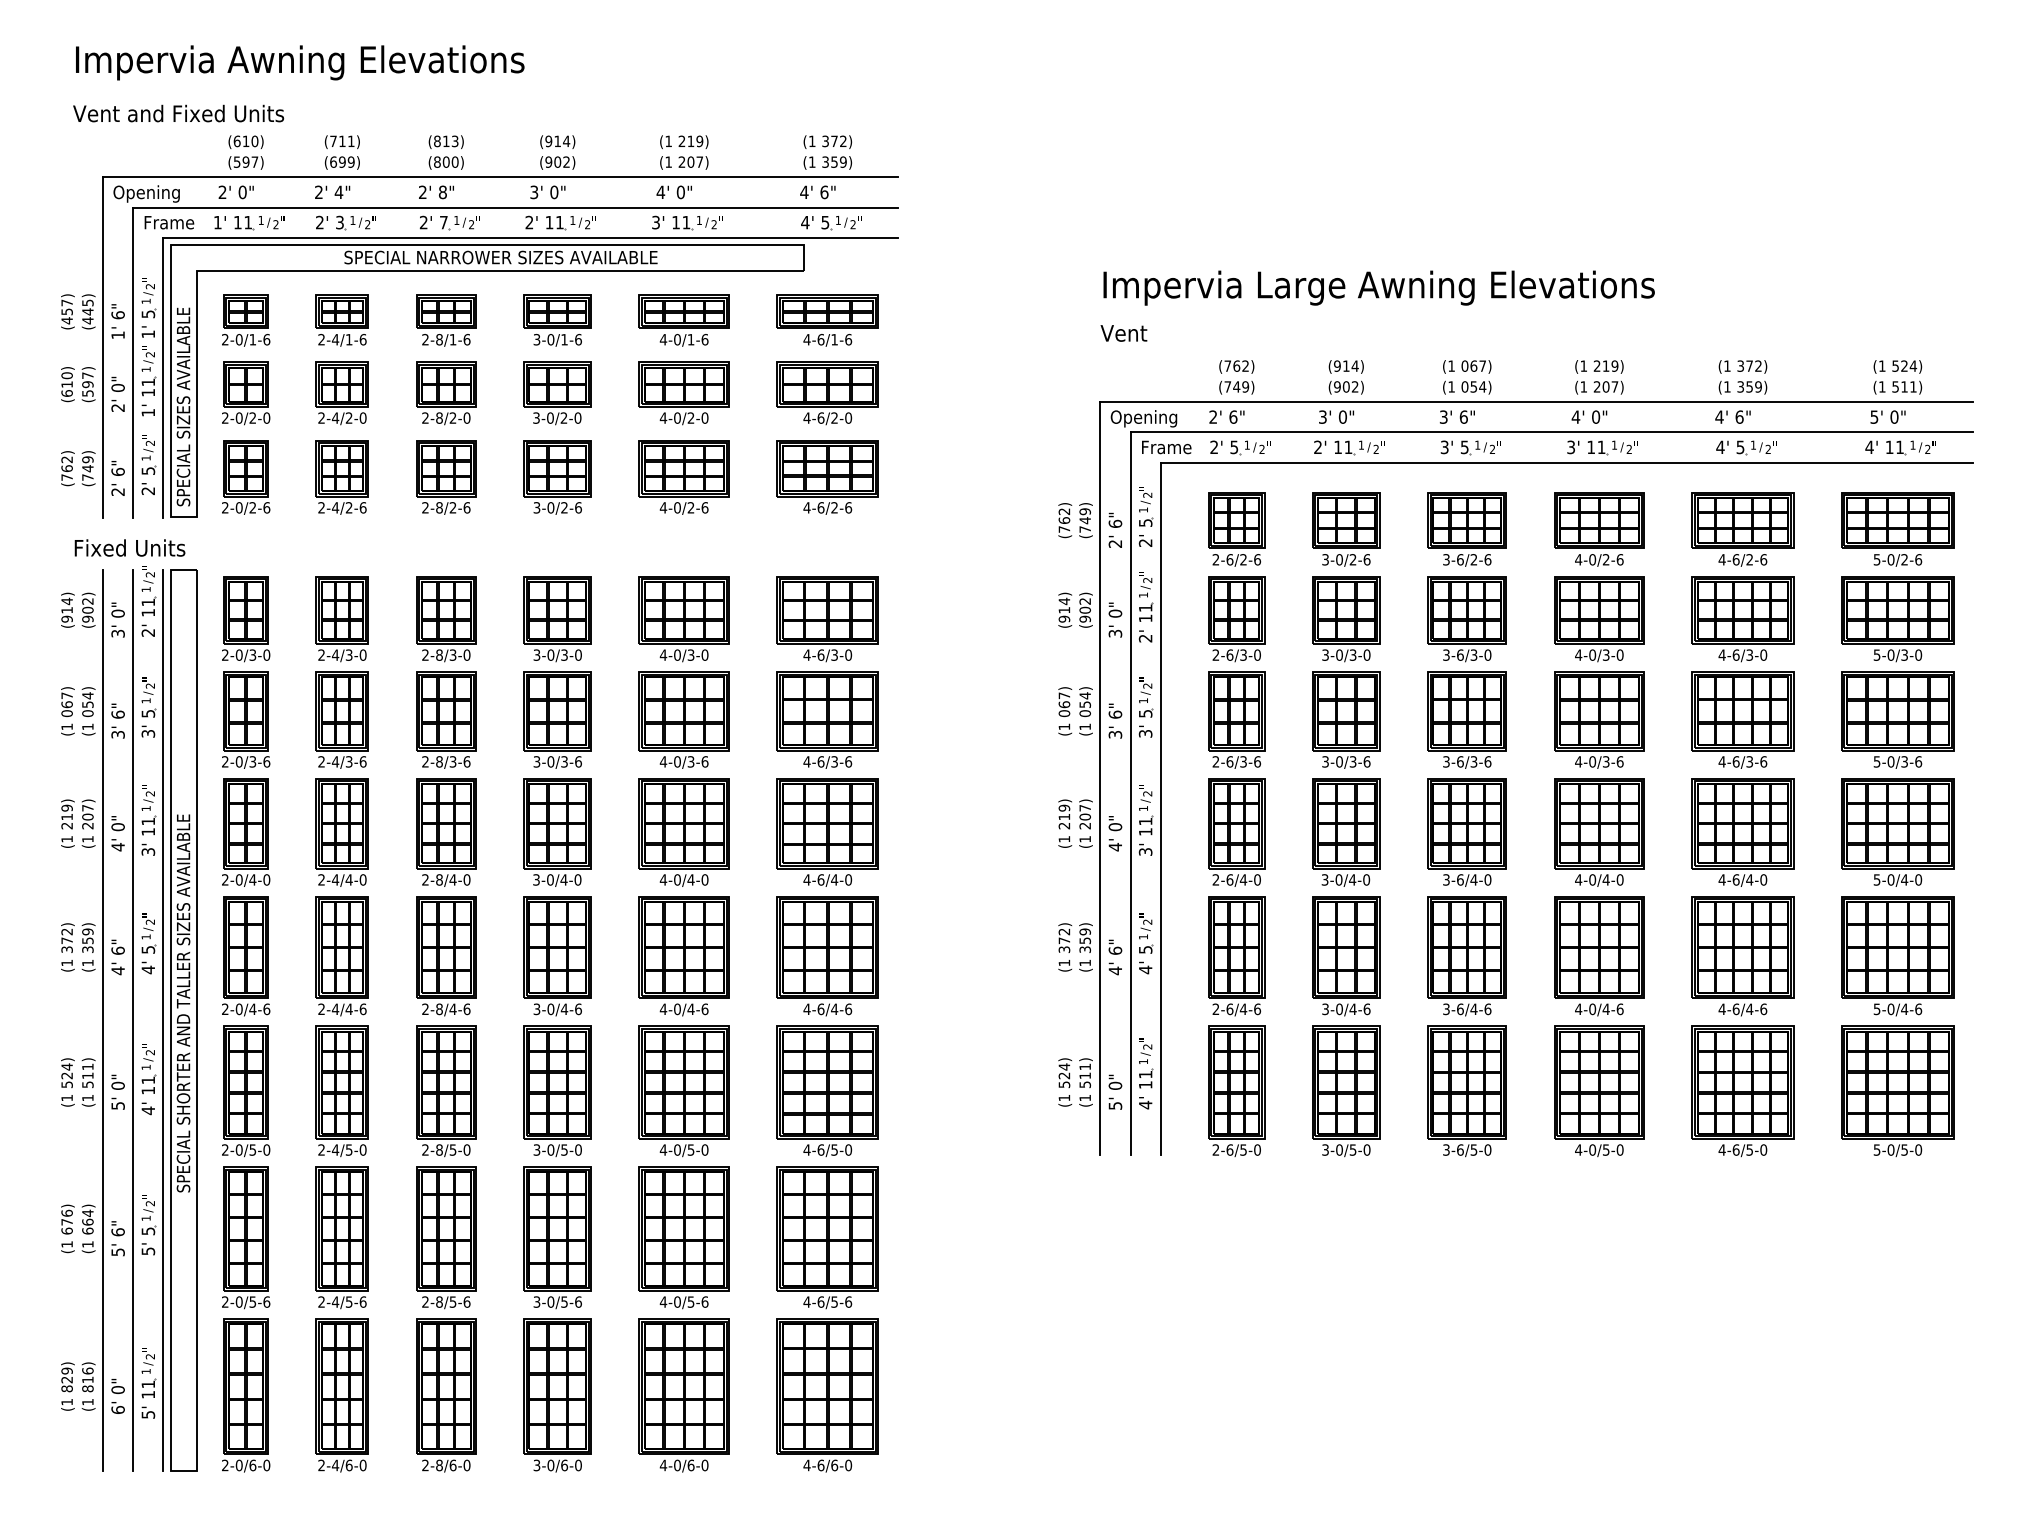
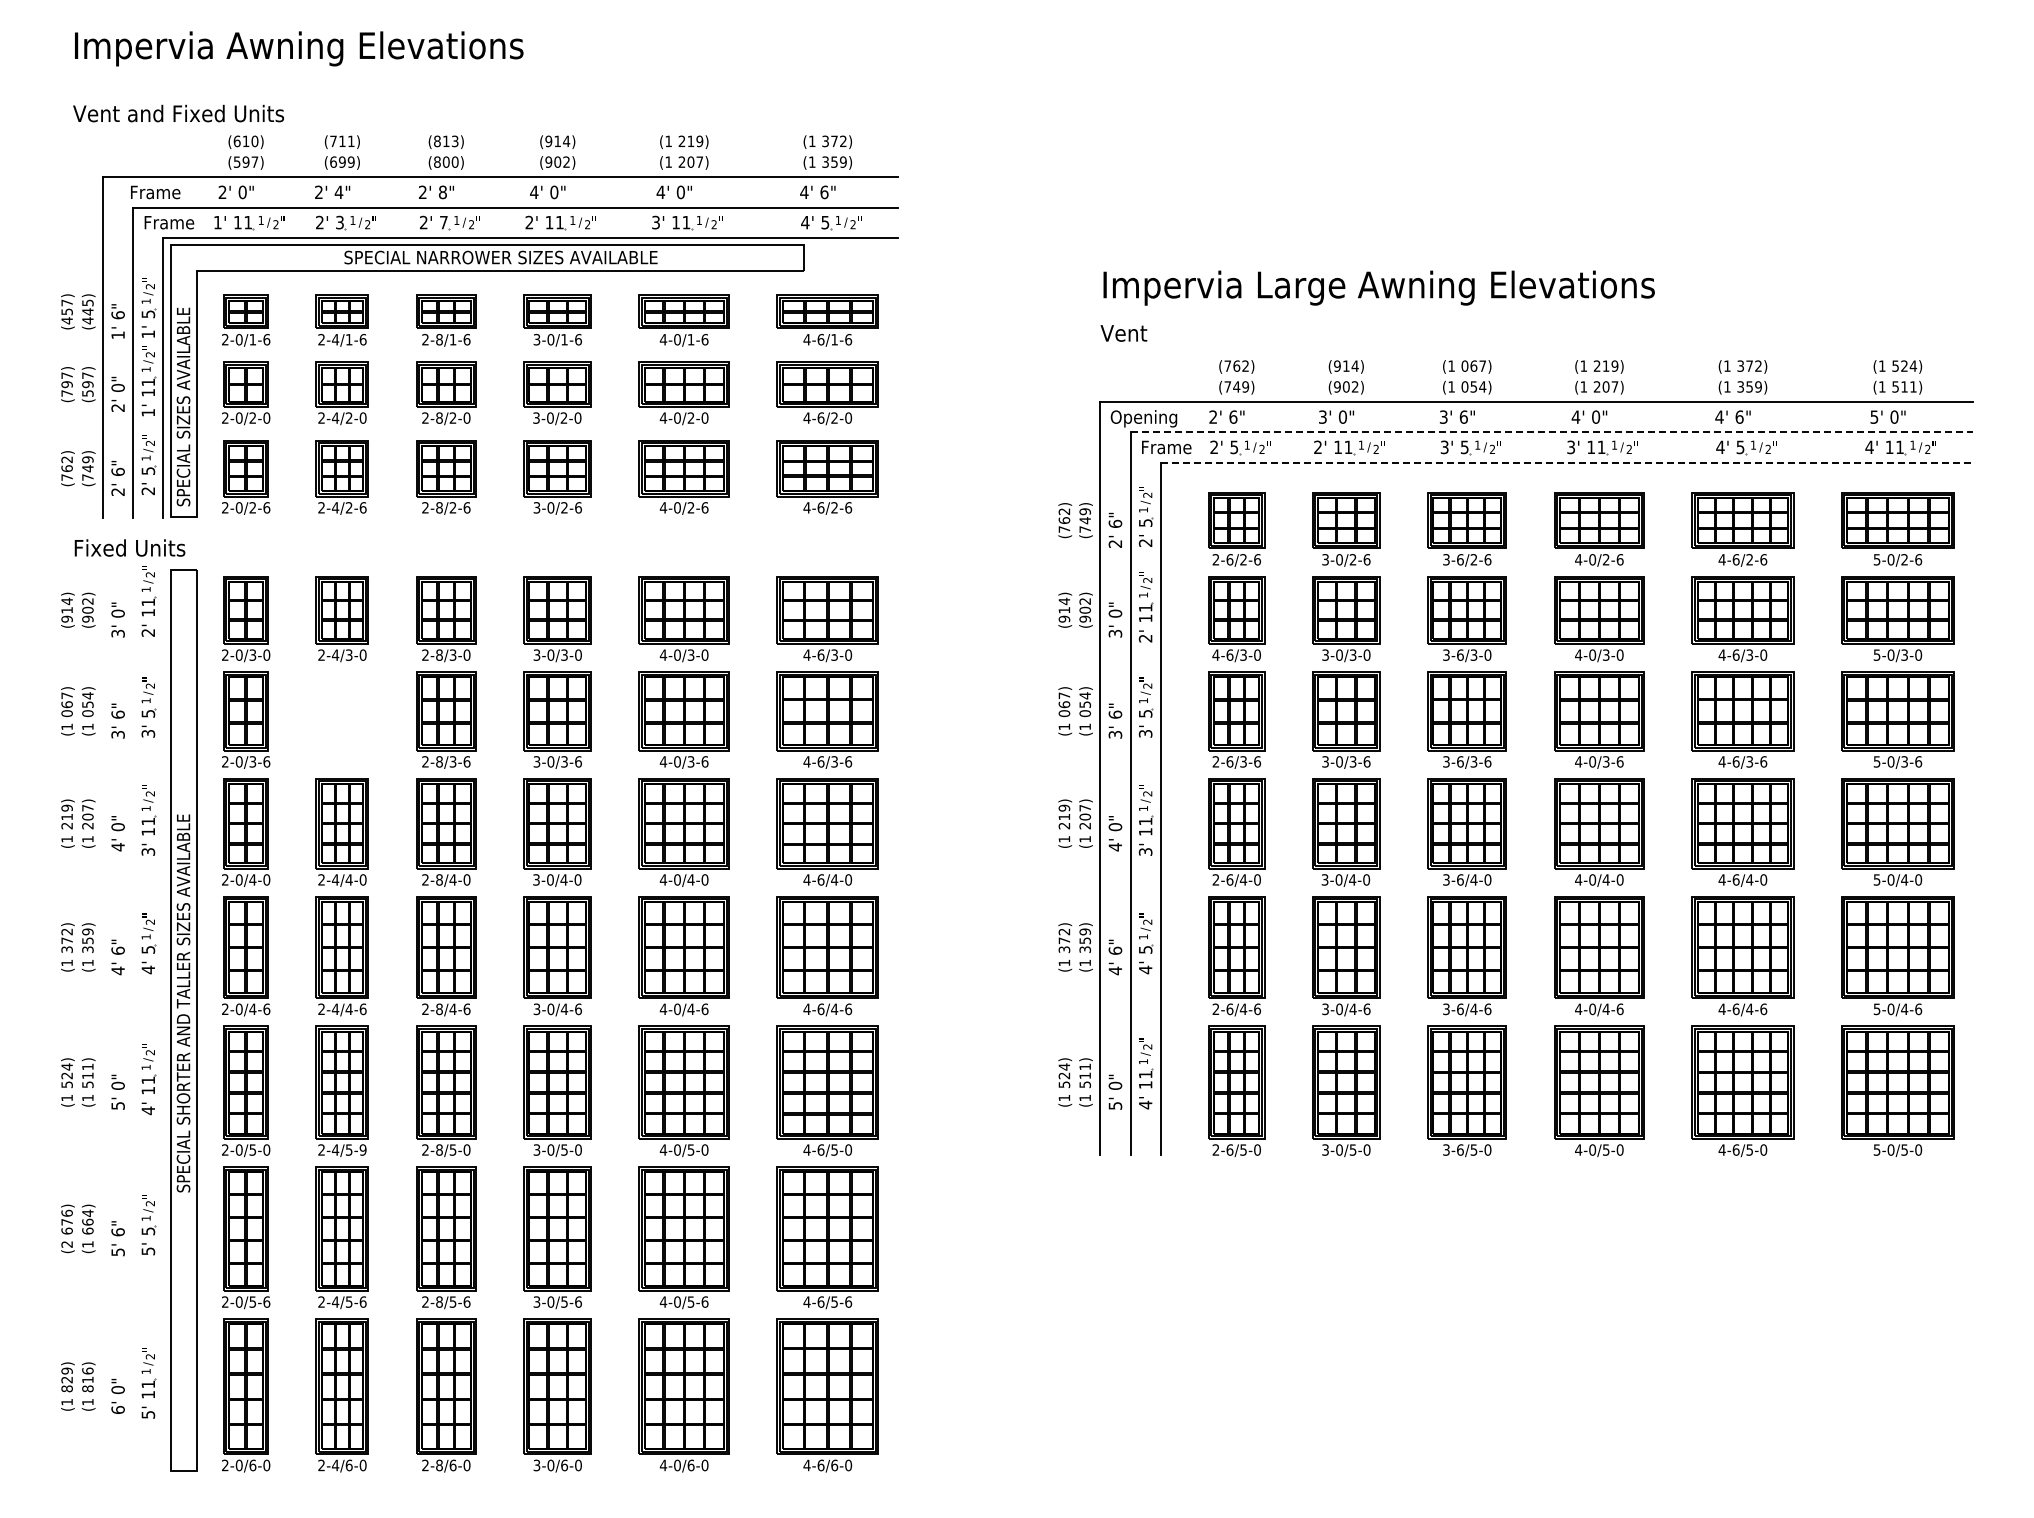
text at (300, 62) position: (300, 62) -> (299, 48)
text at (534, 192): 3' -> 4'
text at (146, 193): Opening -> Frame
text at (66, 384): (610) -> (797)
line at (1552, 432): solid -> dashed
line at (1567, 462): solid -> dashed
text at (1215, 654): 2-6/3-0 -> 4-6/3-0
part at (341, 719): present -> none
line at (103, 1020): present -> none
line at (133, 1020): present -> none
line at (163, 1020): present -> none
text at (362, 1149): 2-4/5-0 -> 2-4/5-9
text at (66, 1244): (1 -> (2
